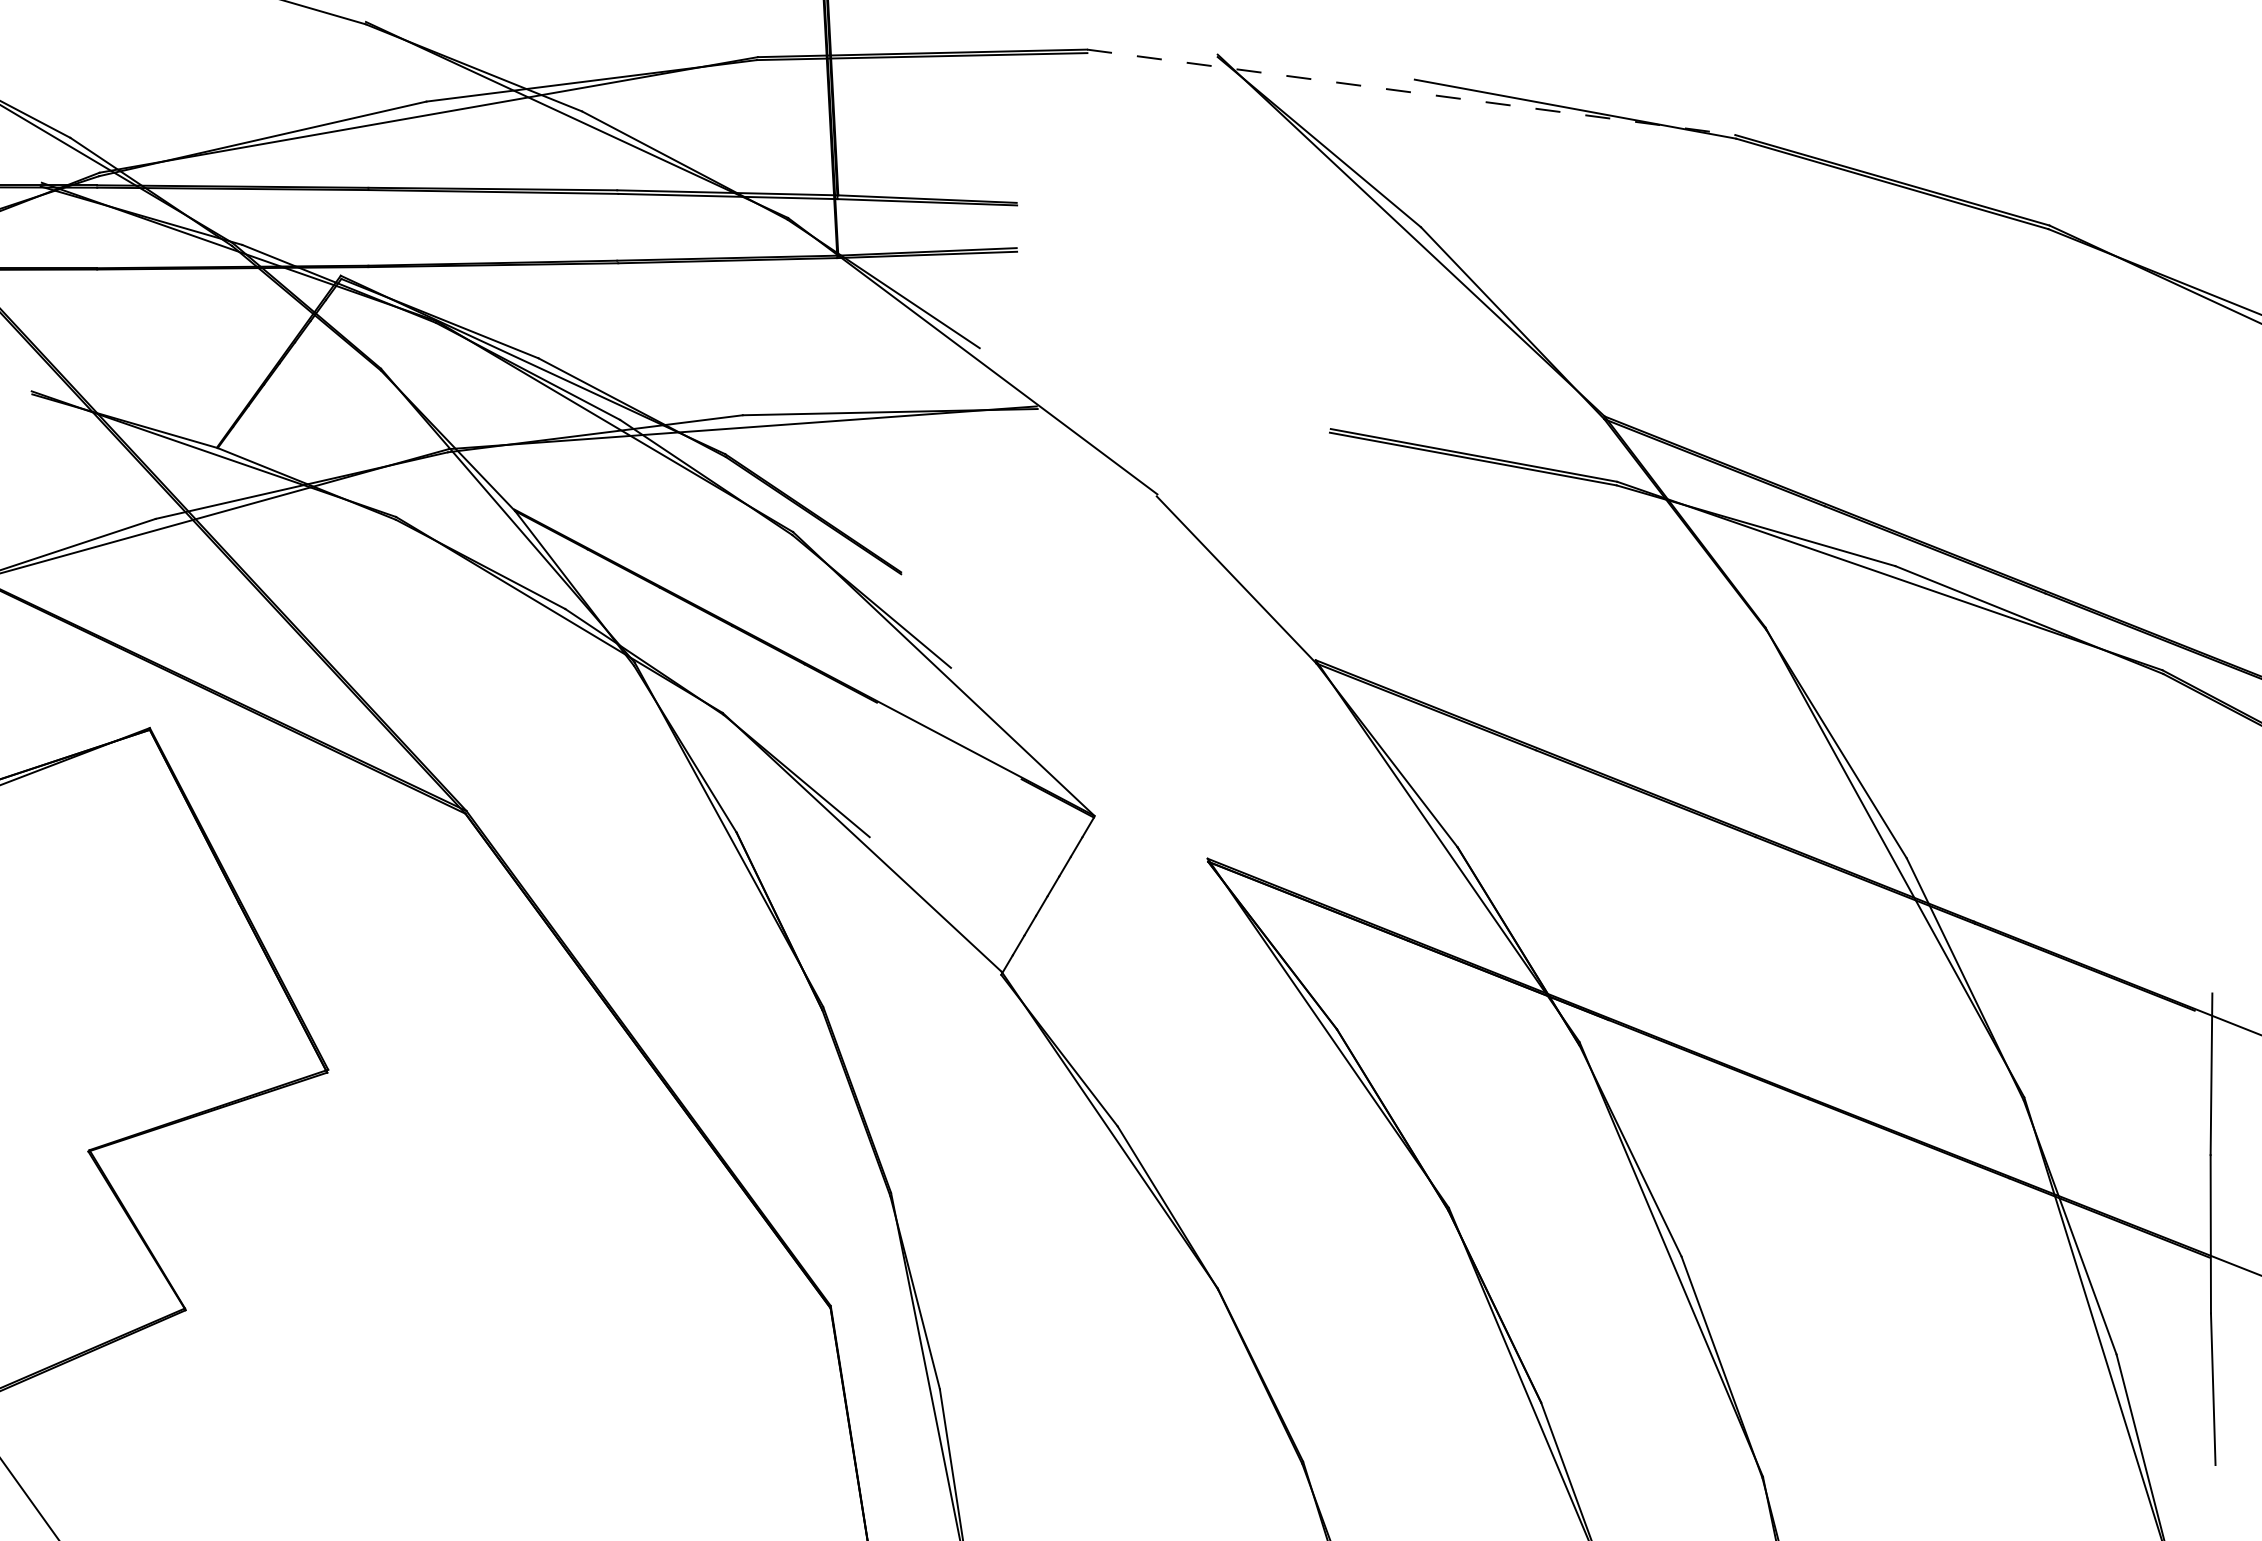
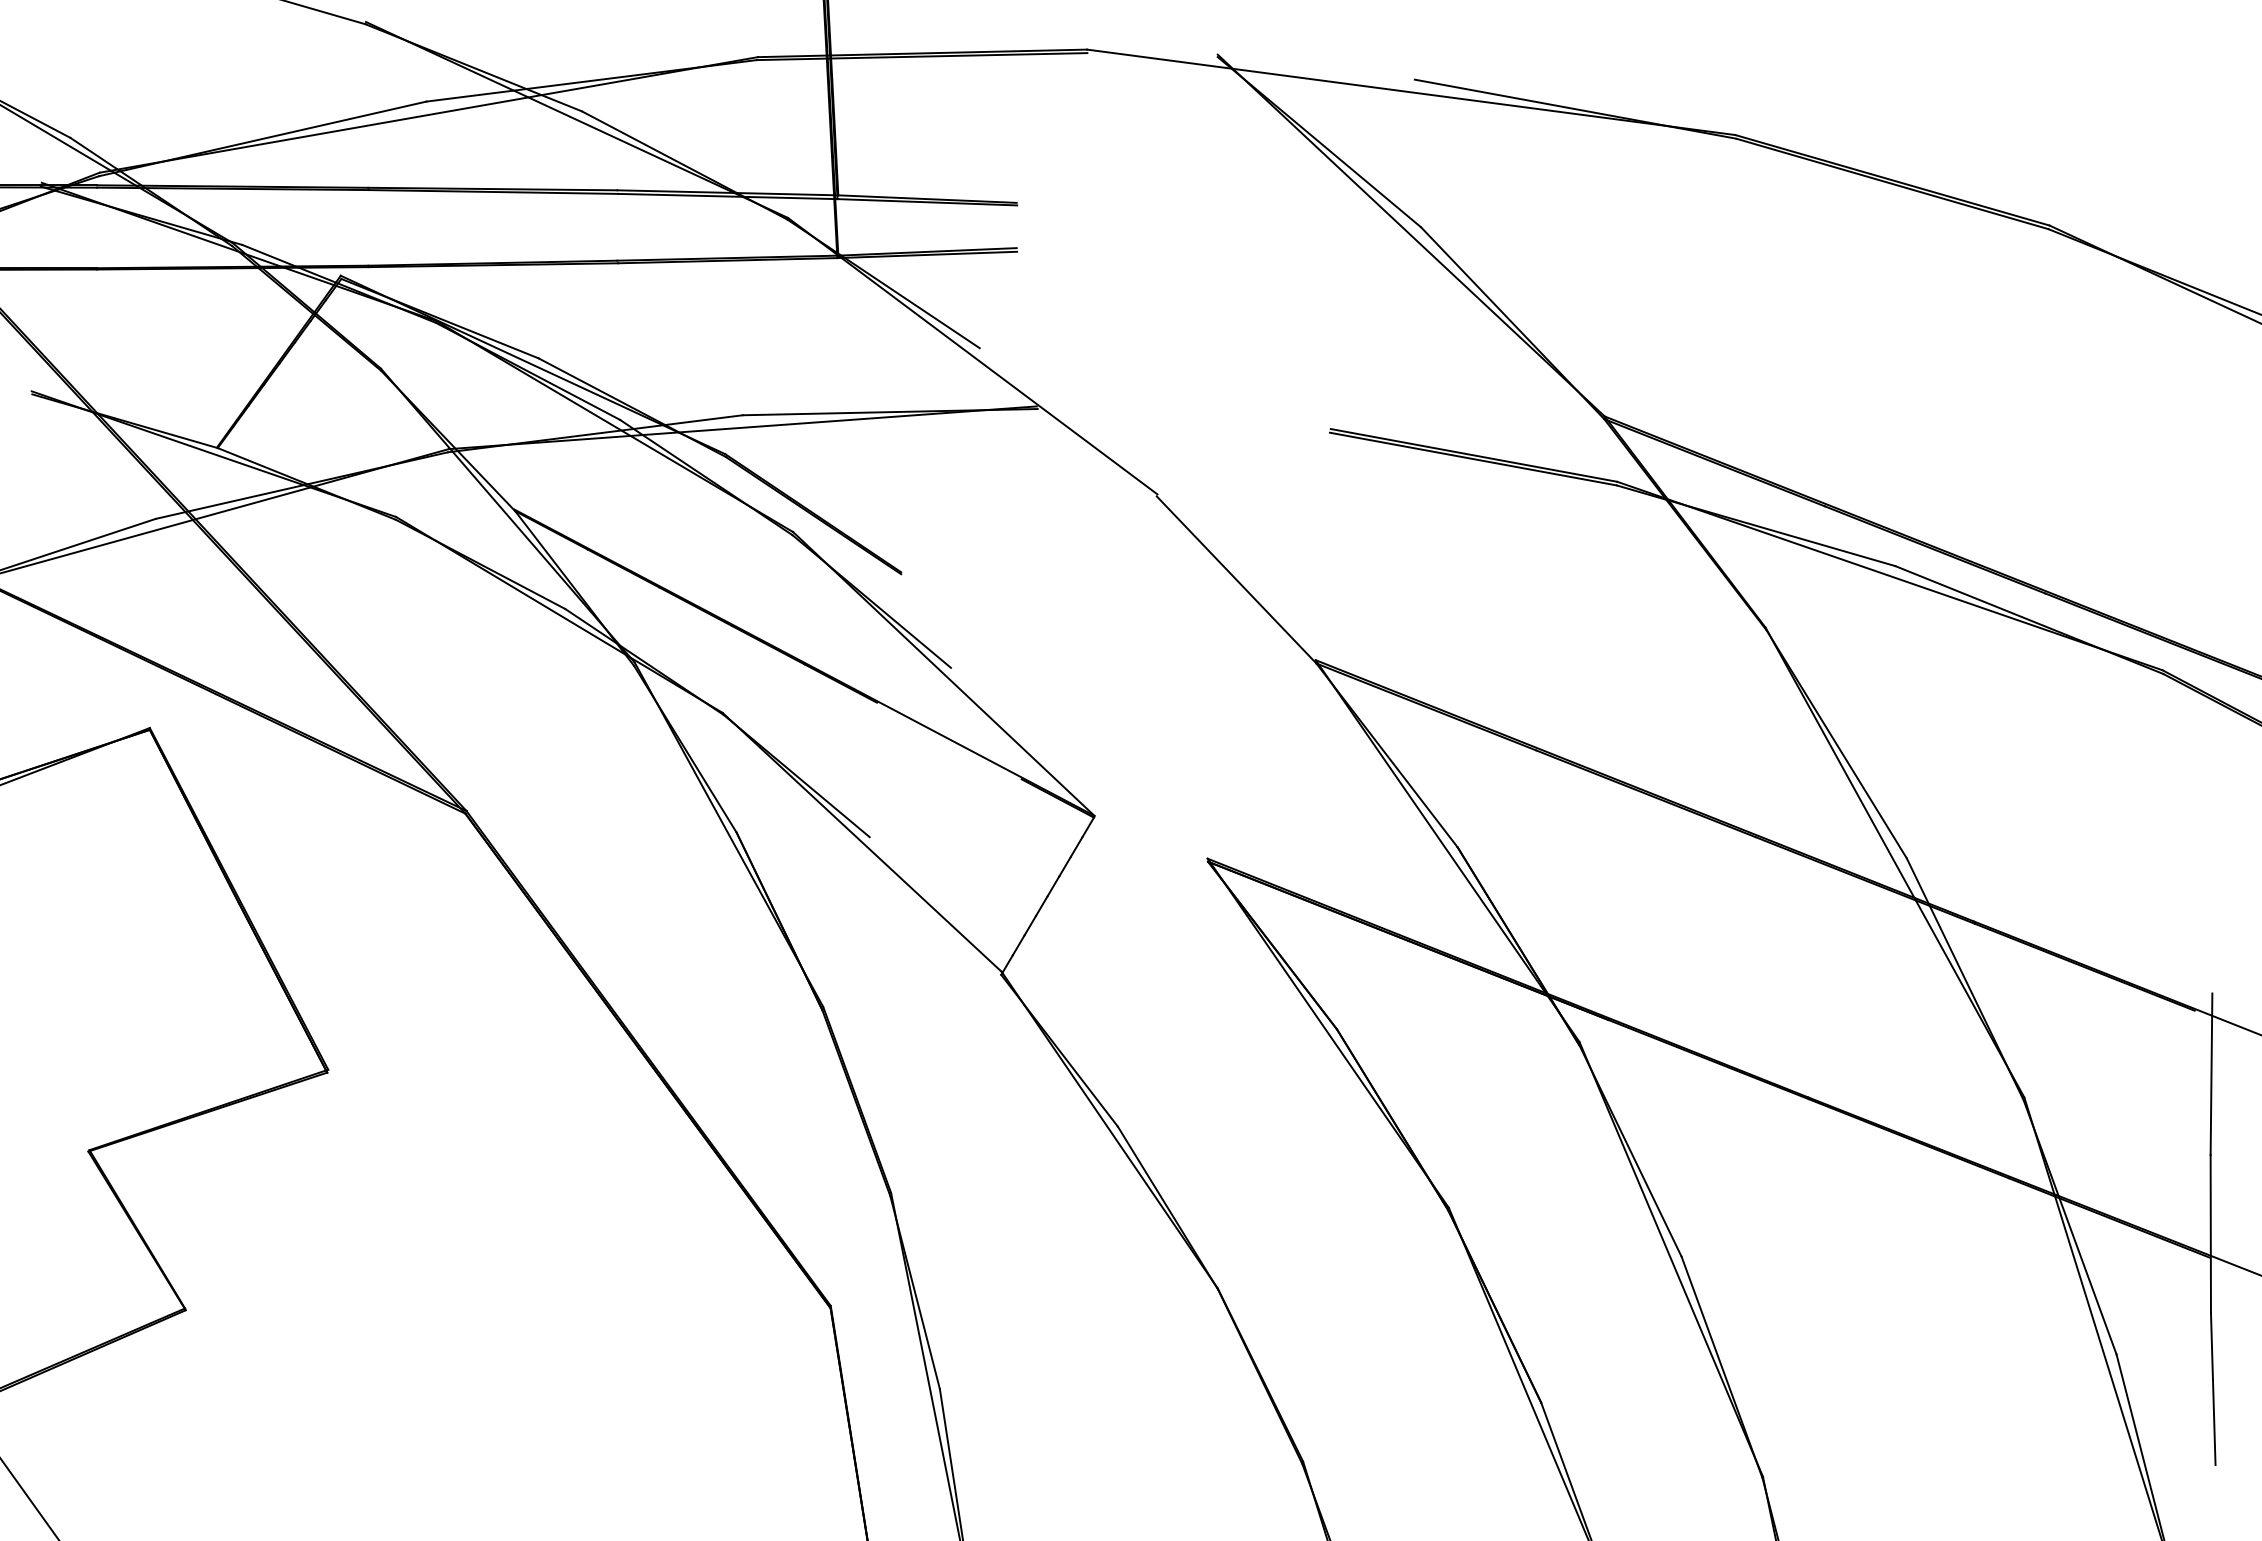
line at (1411, 92): dashed -> solid
